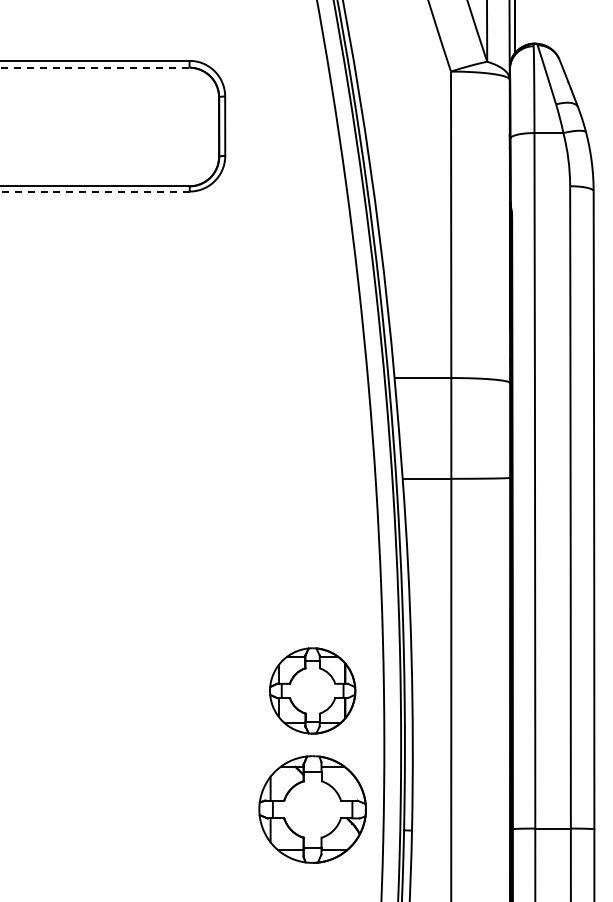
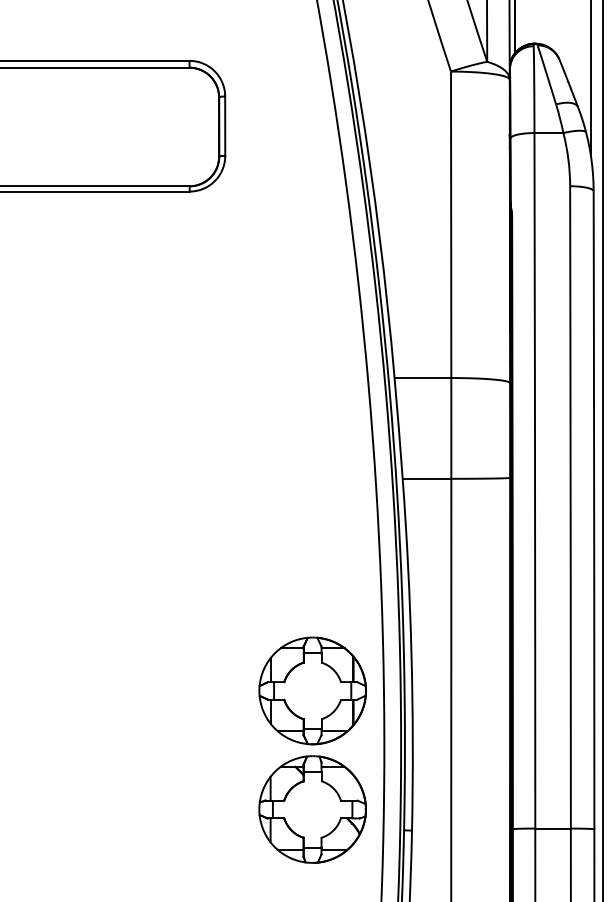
line at (95, 67): dashed -> solid
line at (590, 78): none -> present
line at (94, 191): dashed -> solid
line at (602, 450): none -> present
part at (312, 690) size: 88x88 px -> 109x110 px
